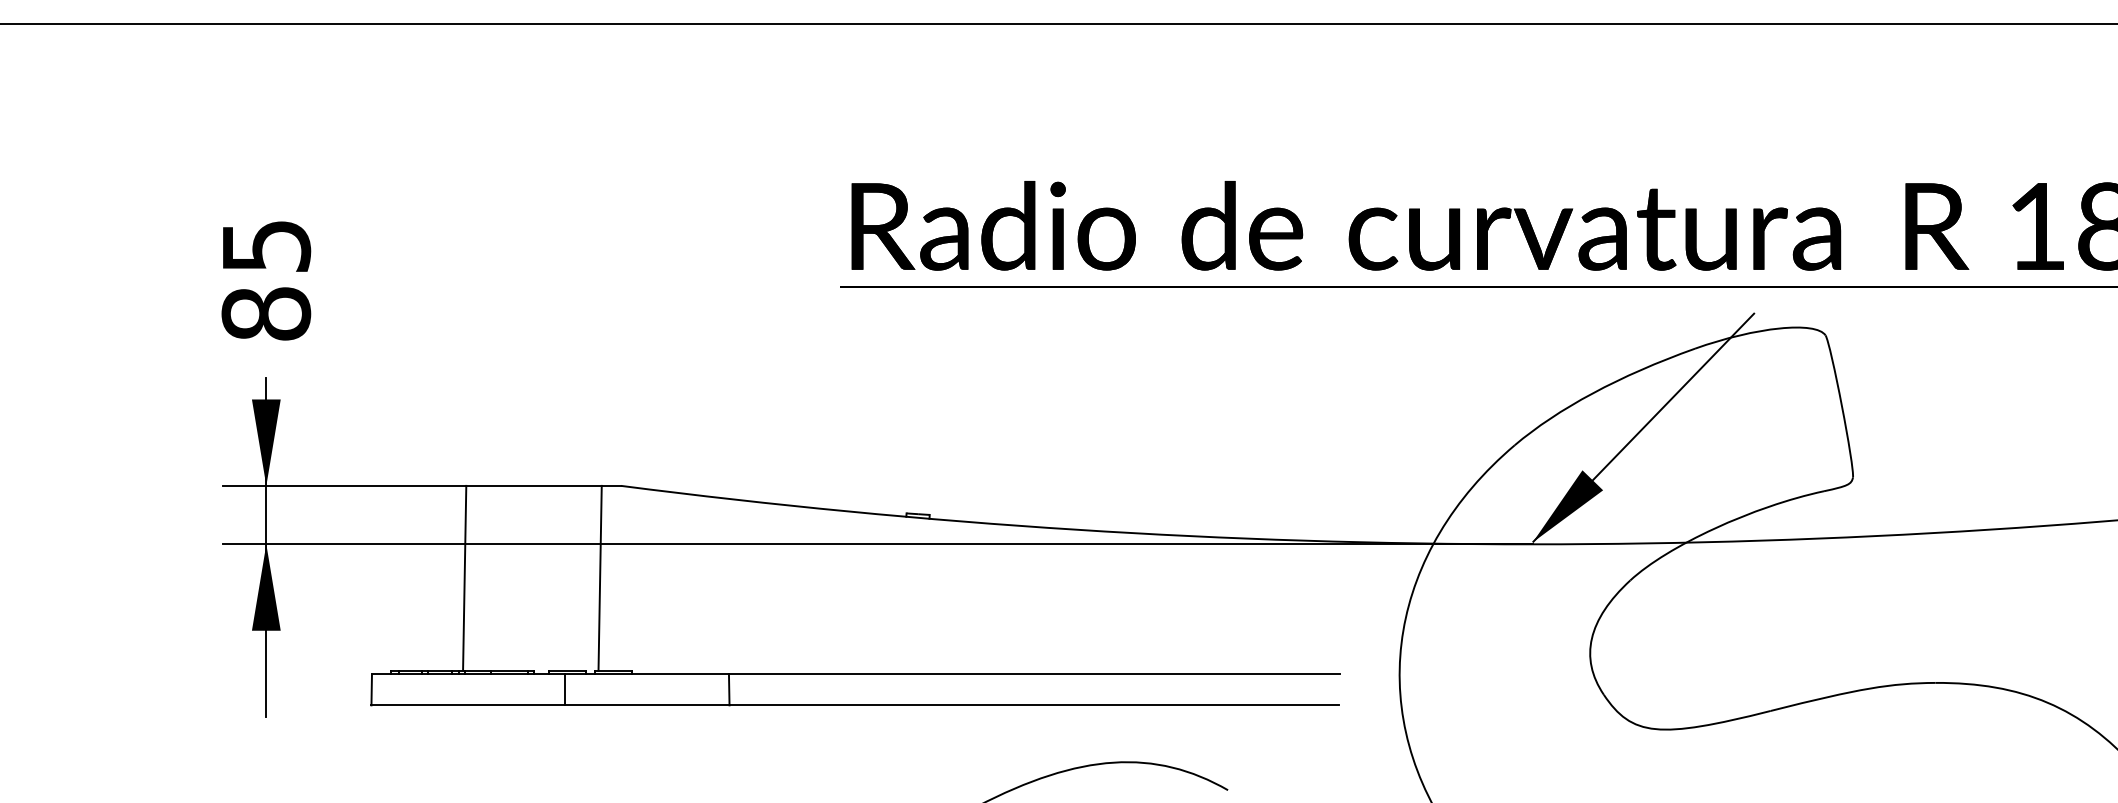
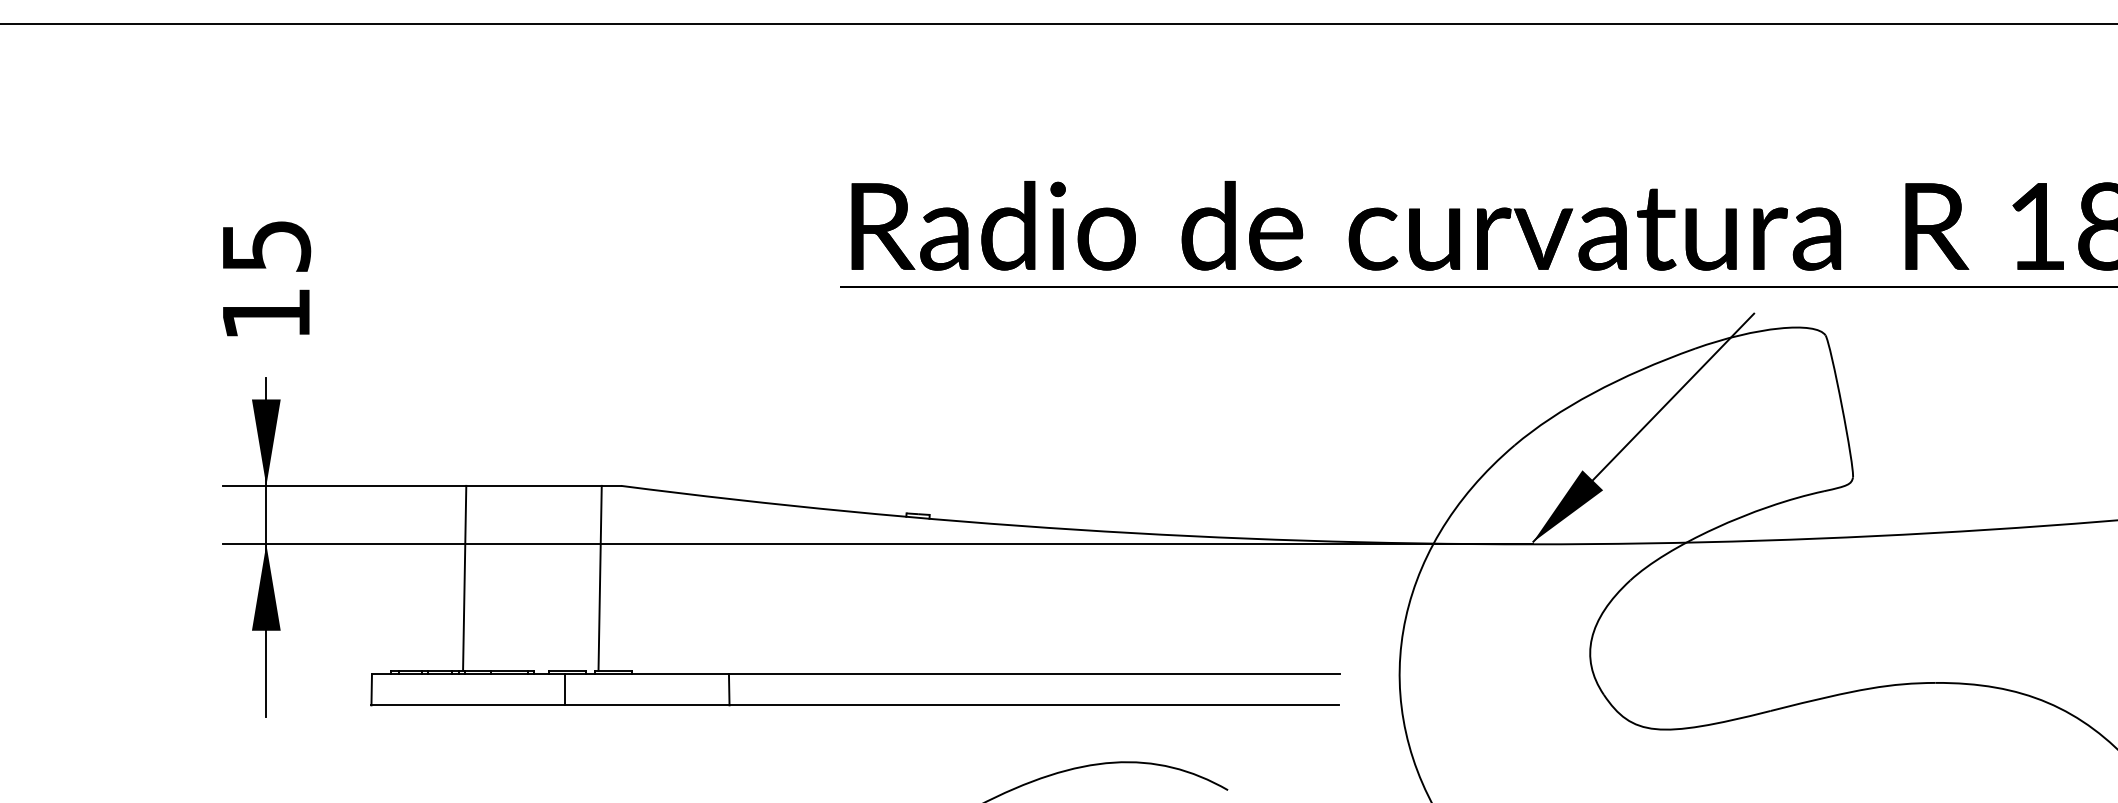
text at (266, 313): 85 -> 15
